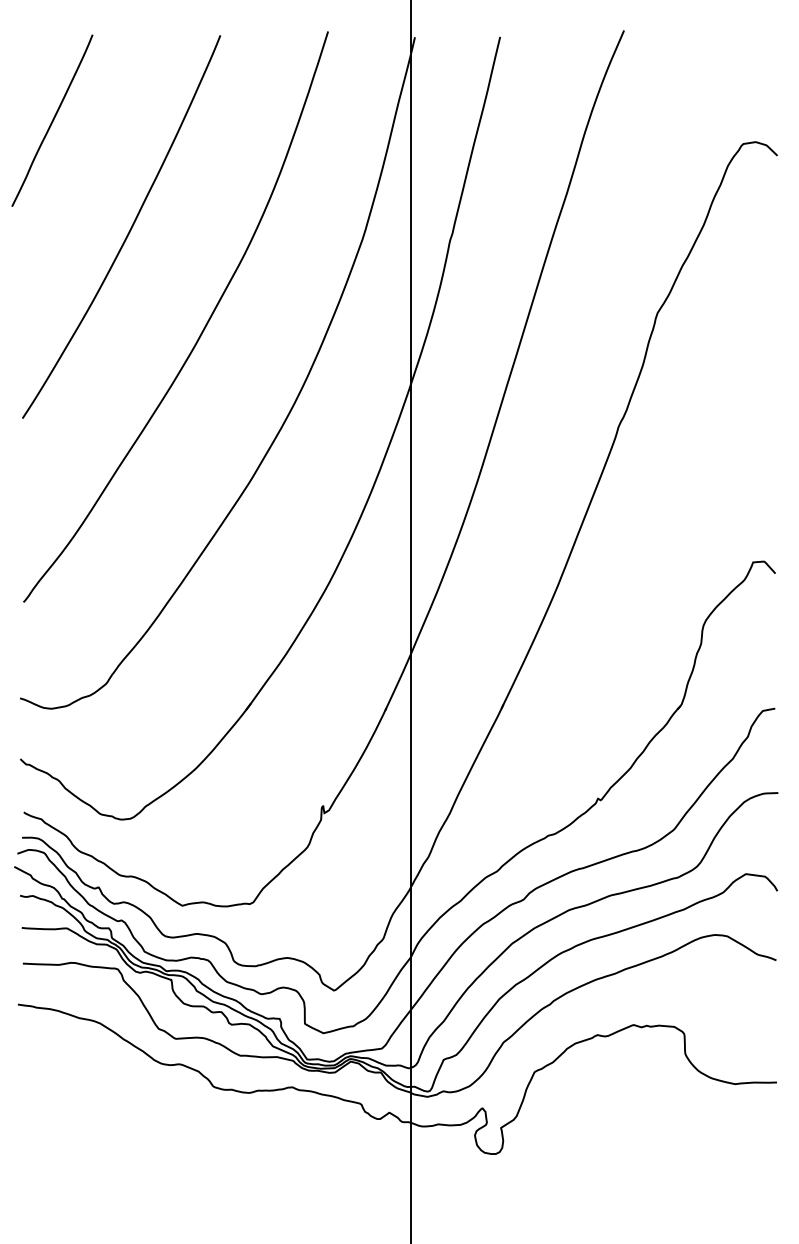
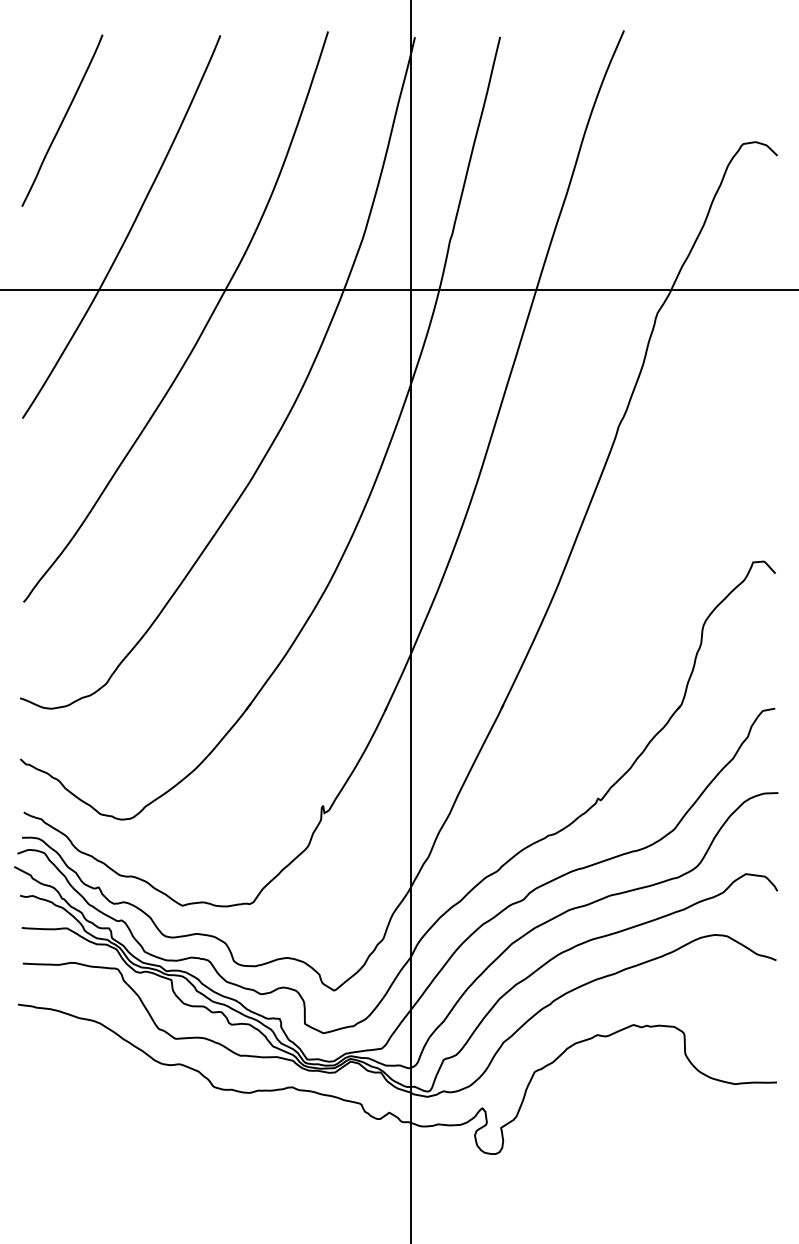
curve at (52, 120) position: (52, 120) -> (62, 120)
line at (398, 290): none -> present
